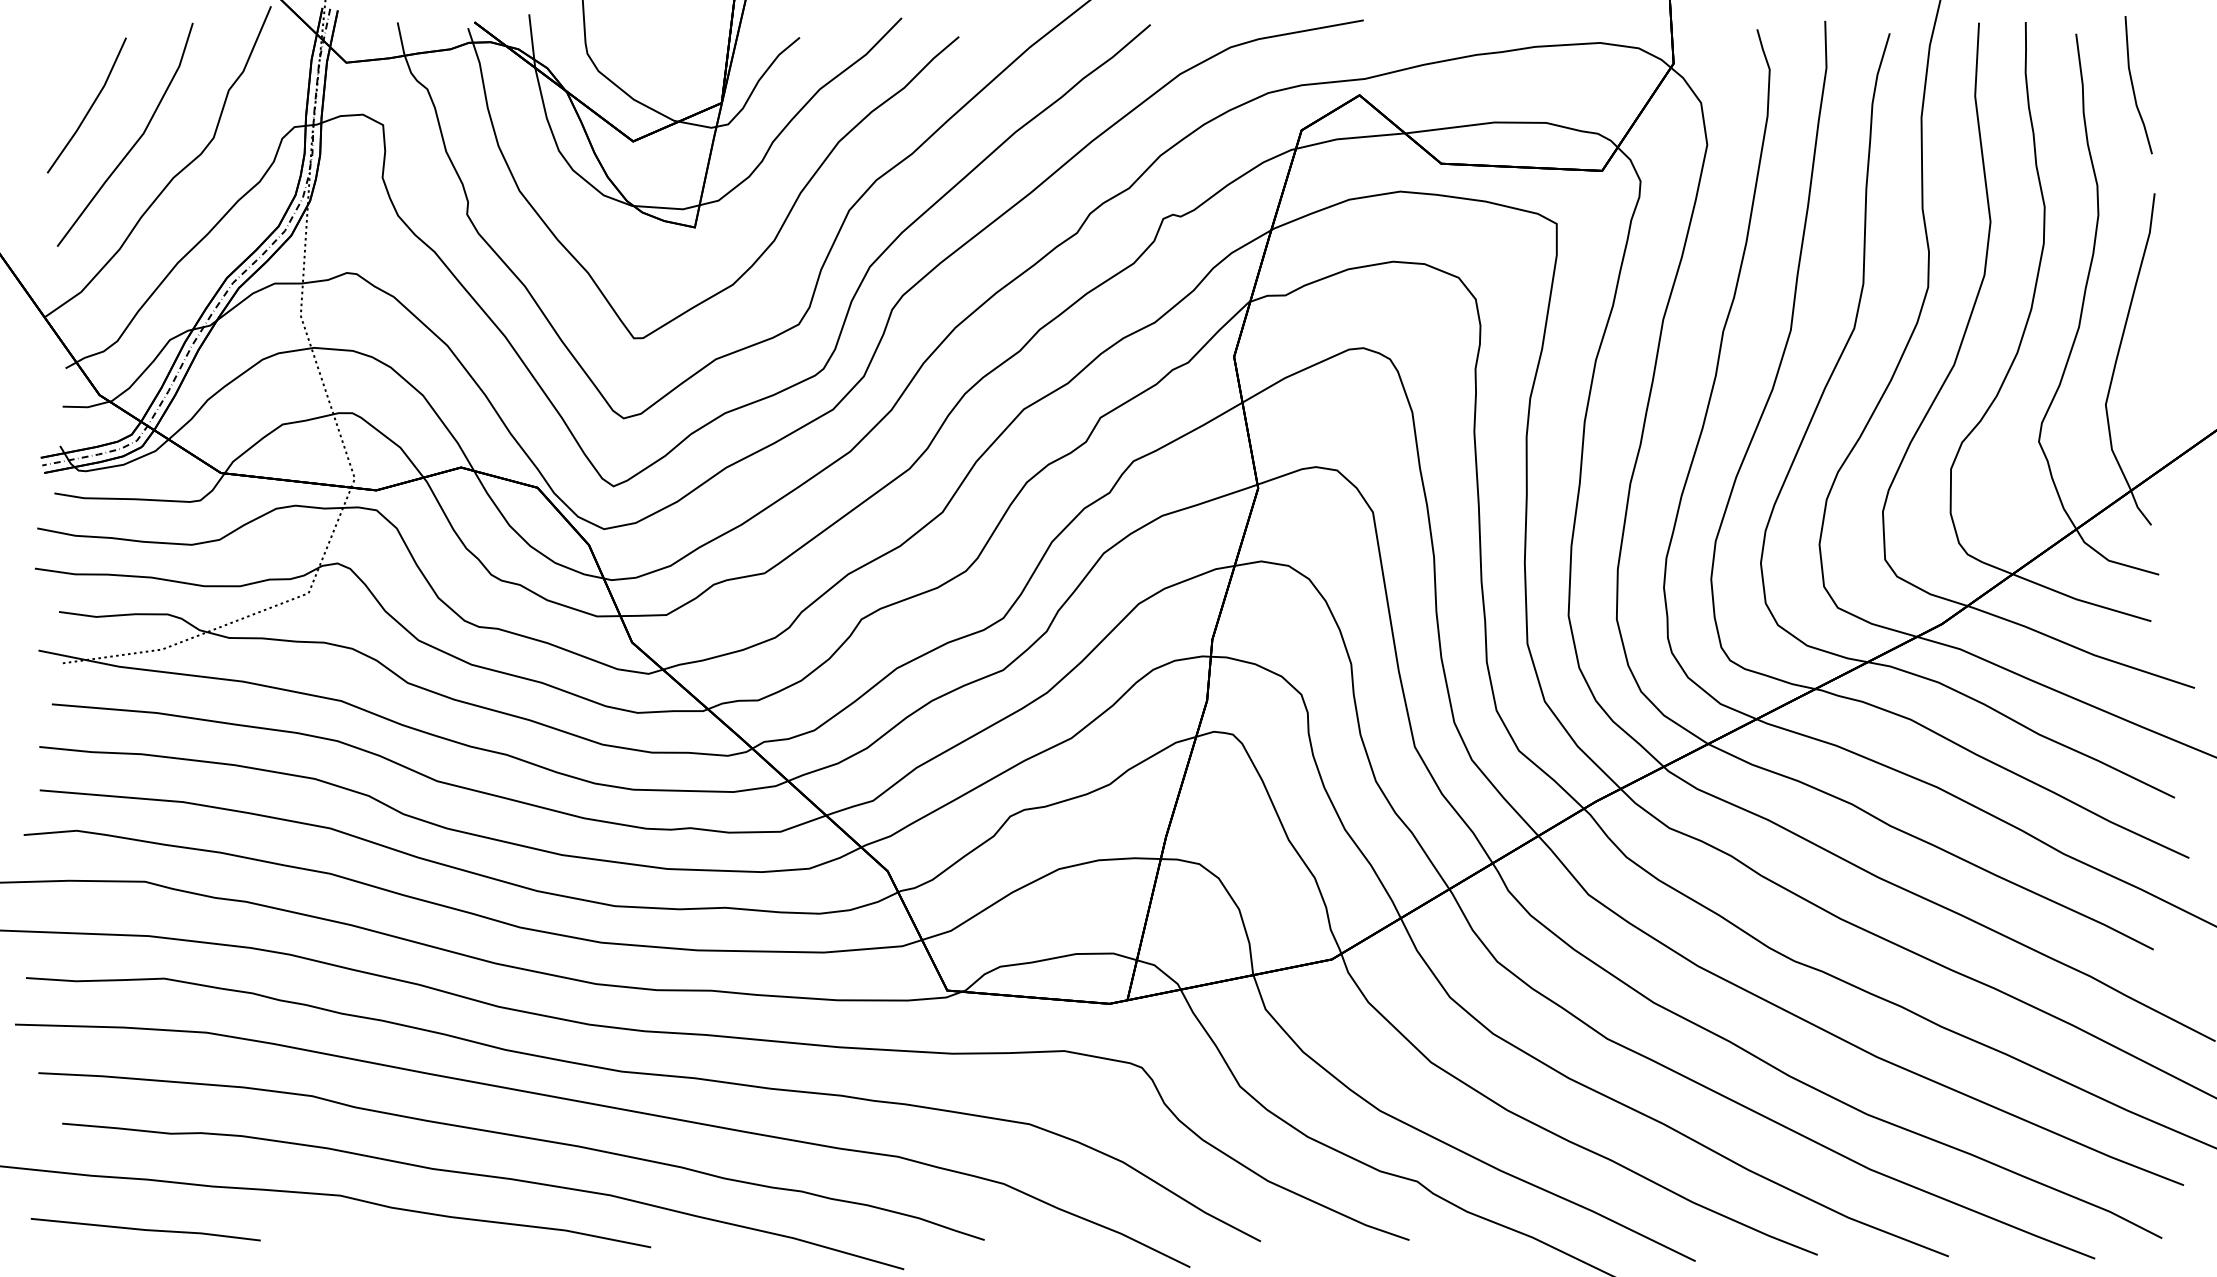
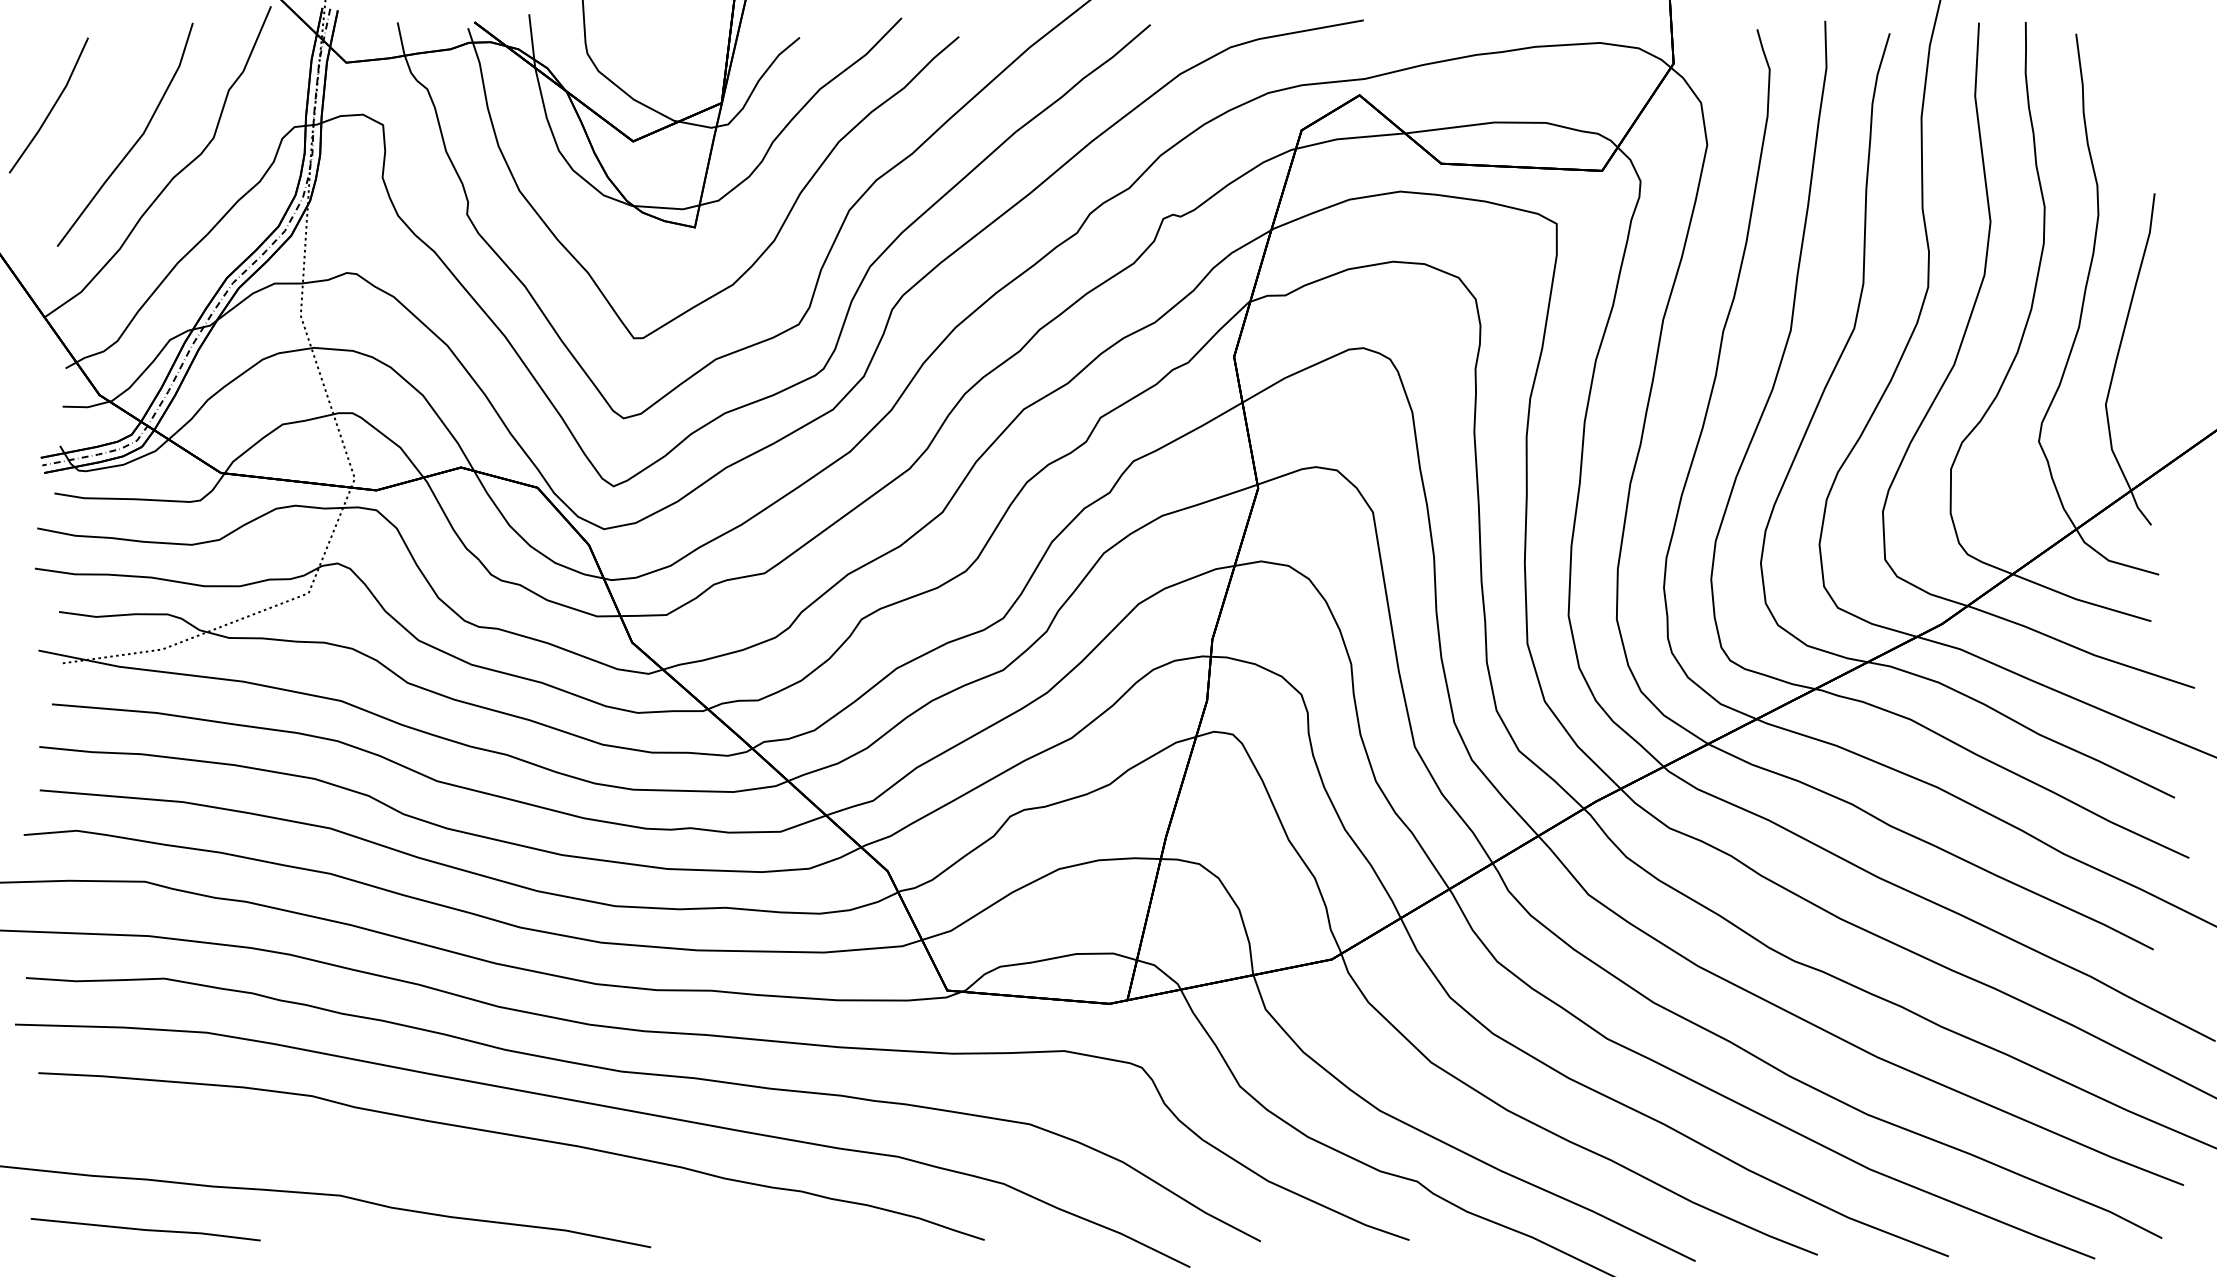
line at (2133, 85): present -> none
line at (90, 106) position: (90, 106) -> (52, 106)
curve at (488, 1177): present -> none
